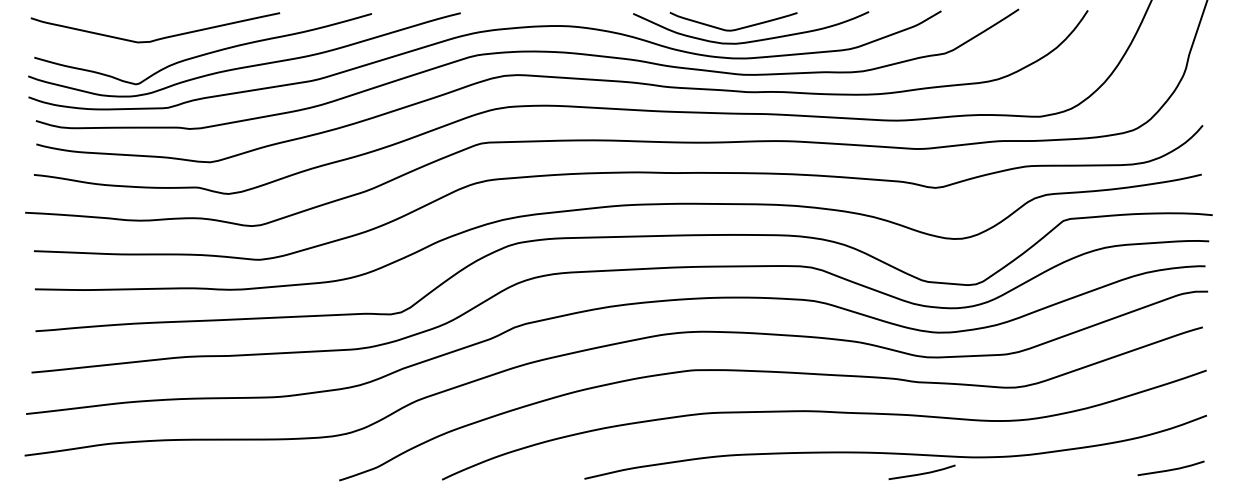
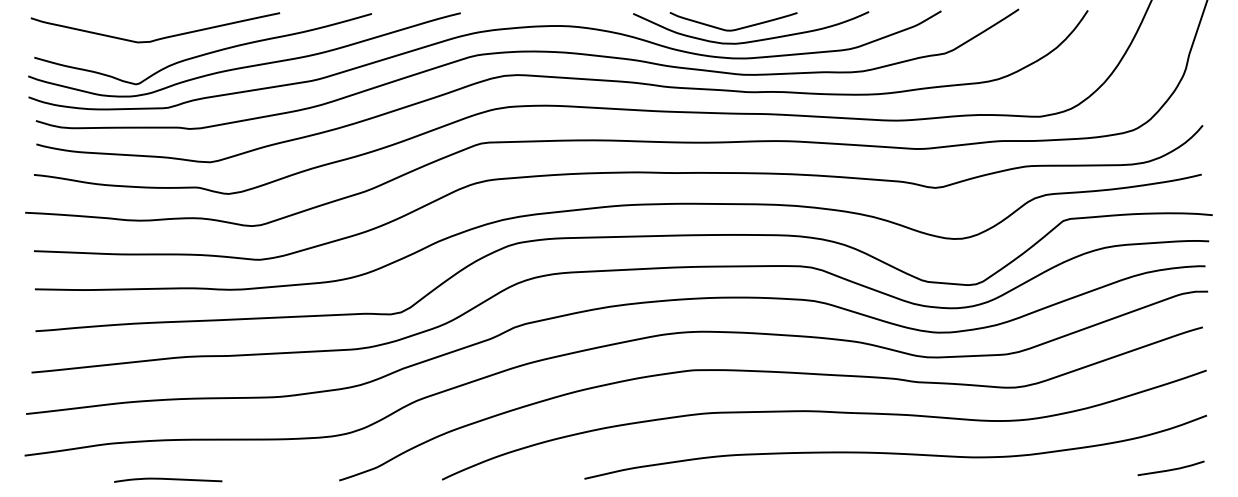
line at (921, 473): present -> none
curve at (168, 479): none -> present
